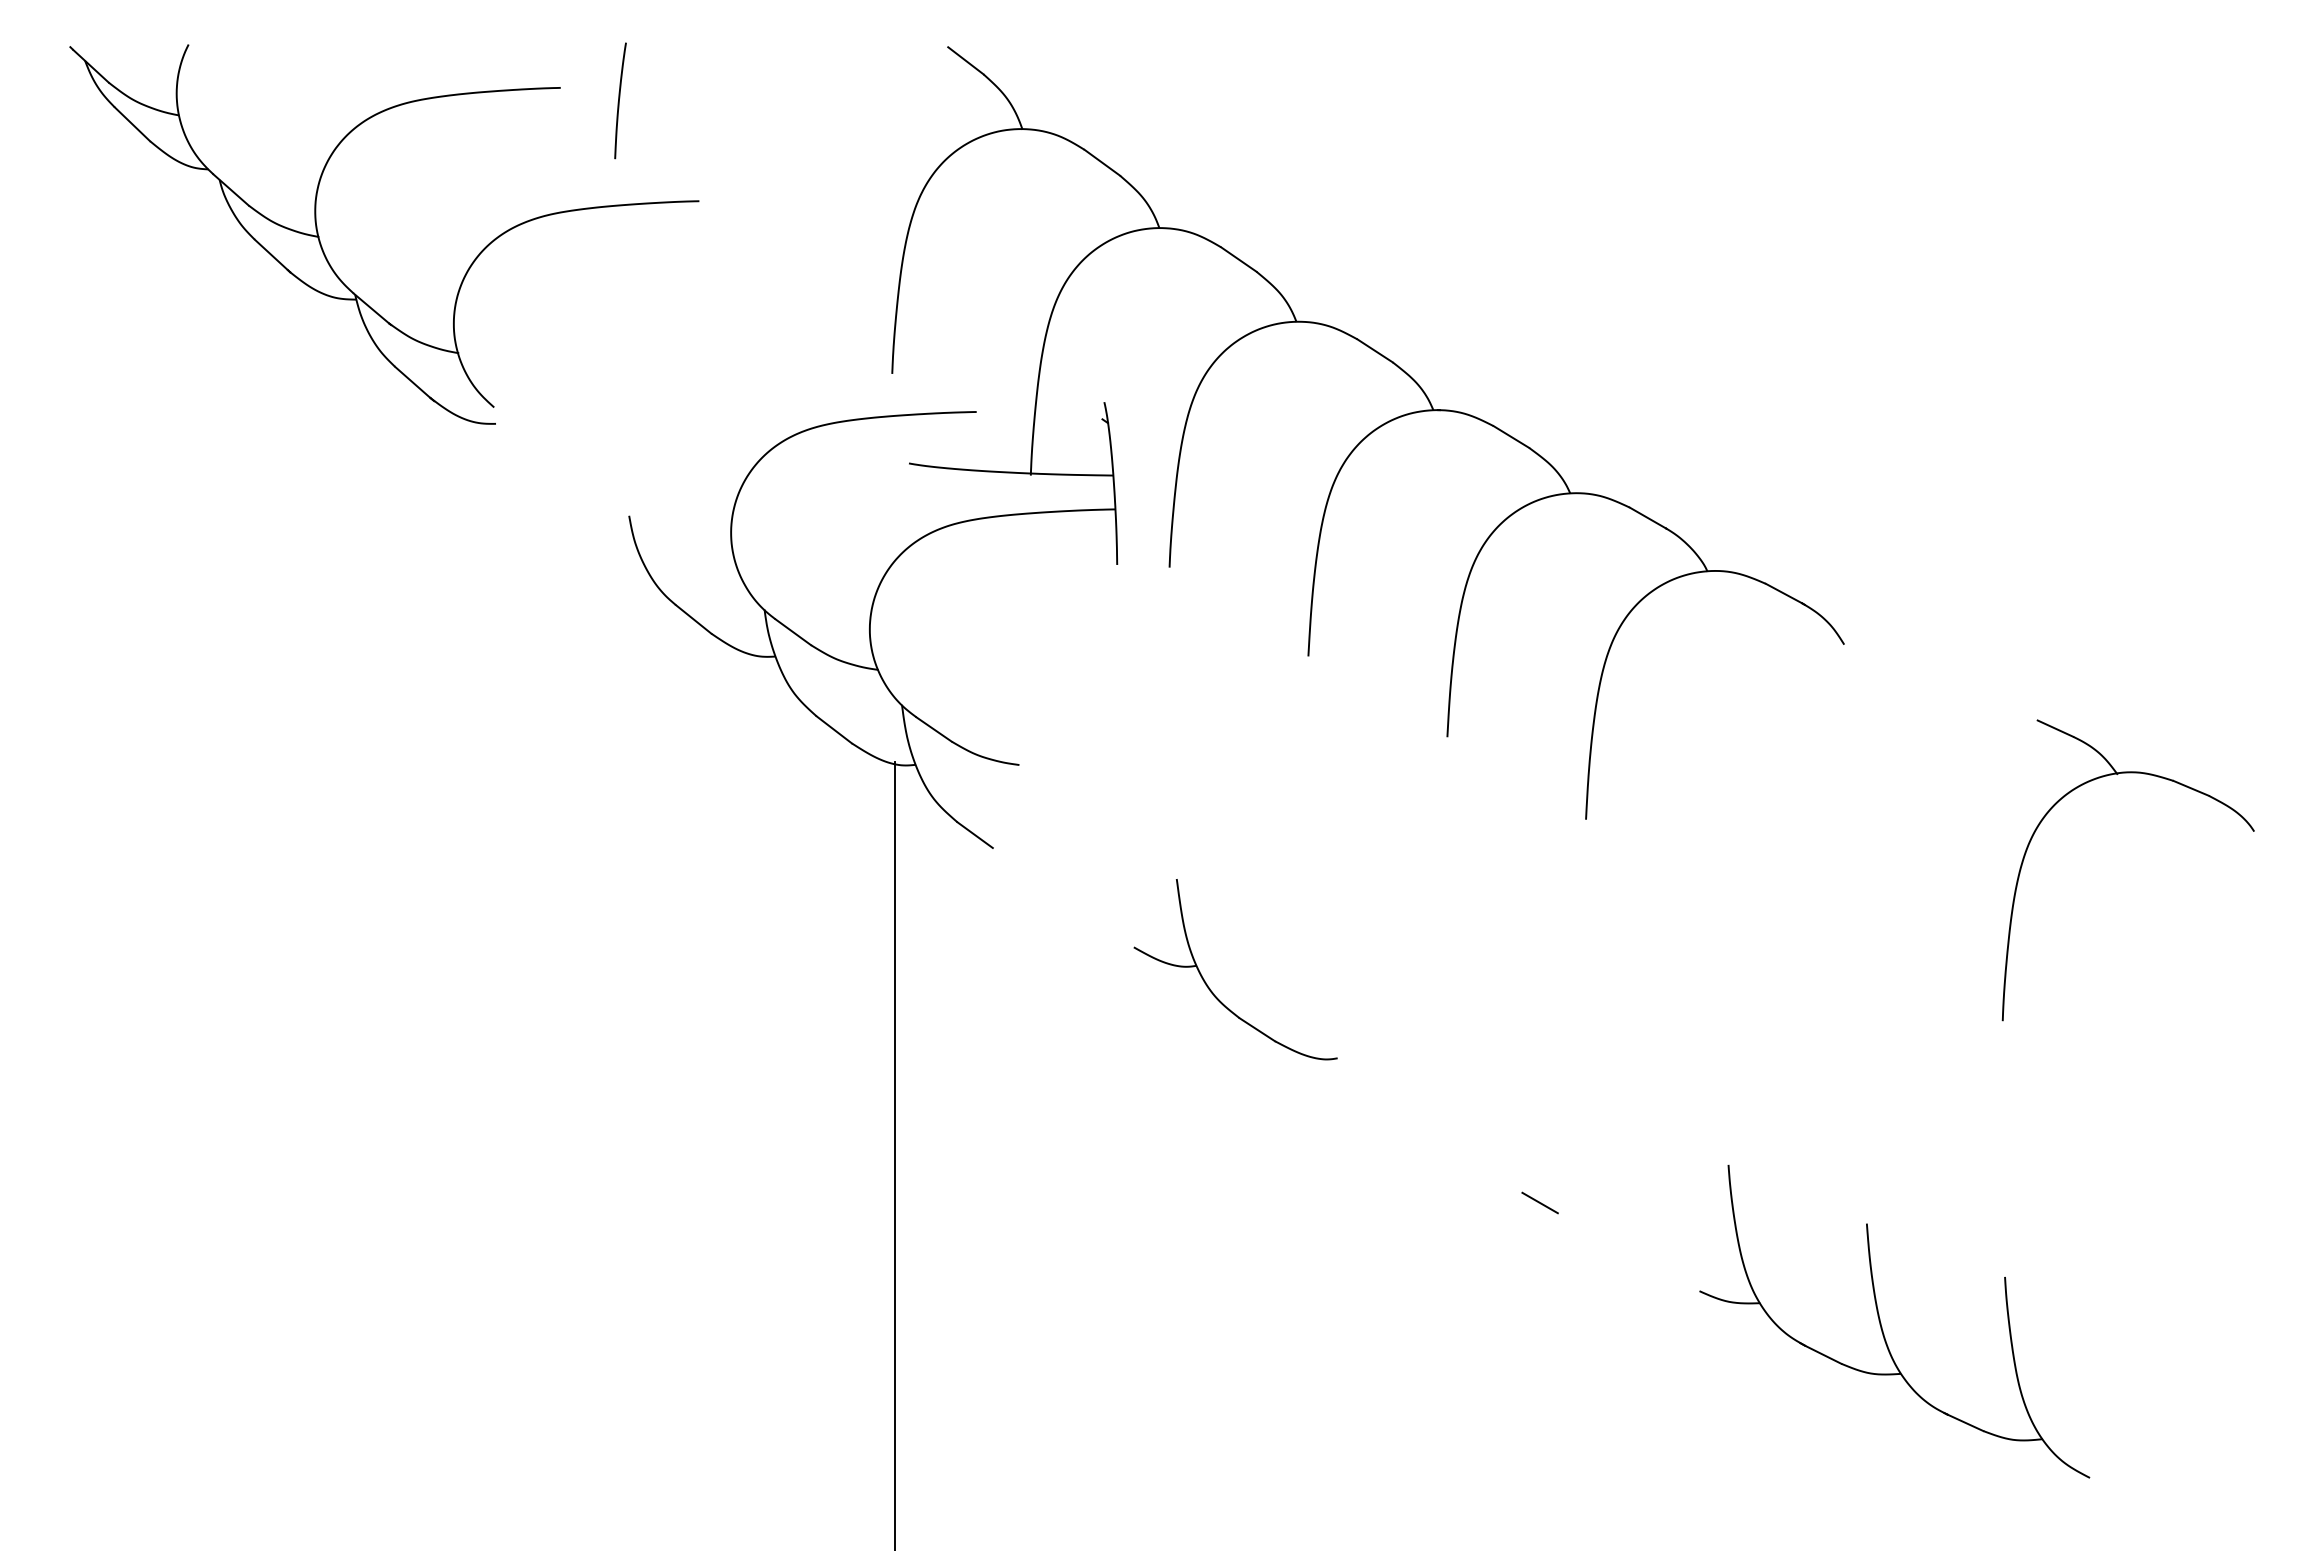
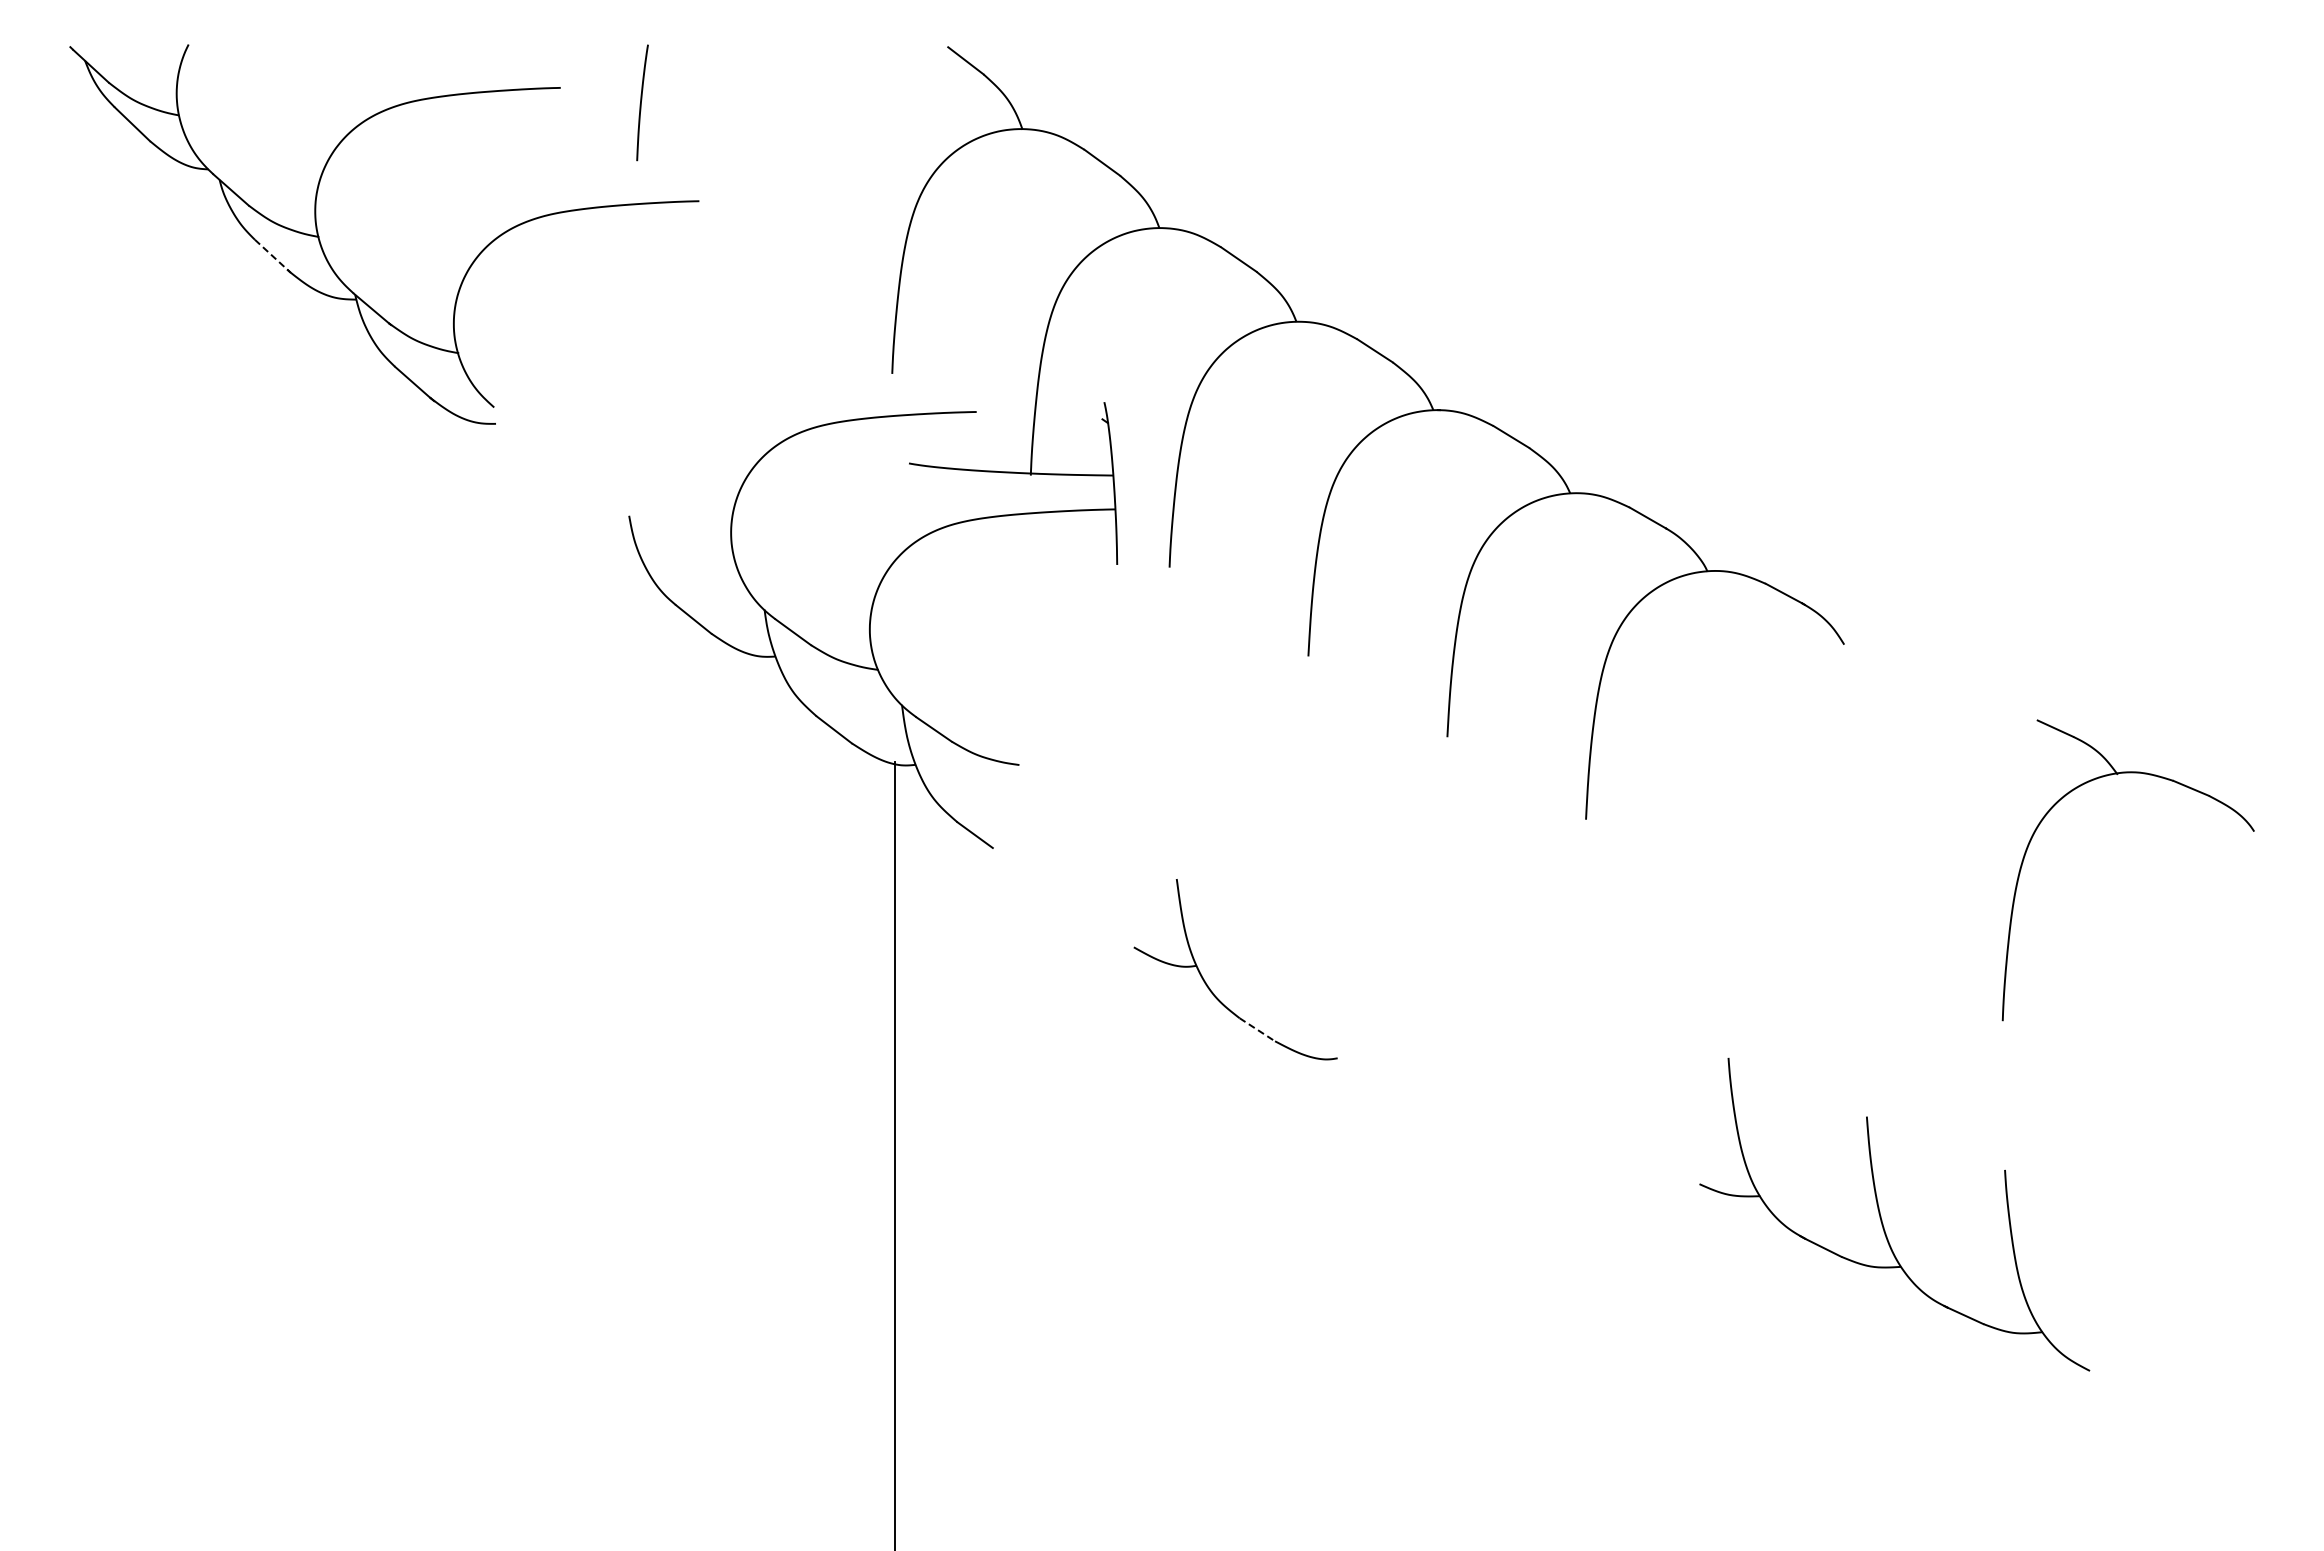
curve at (619, 100) position: (619, 100) -> (641, 102)
line at (272, 256): solid -> dashed
line at (1257, 1030): solid -> dashed
line at (1539, 1202): present -> none
part at (1882, 1326) position: (1882, 1326) -> (1882, 1219)
